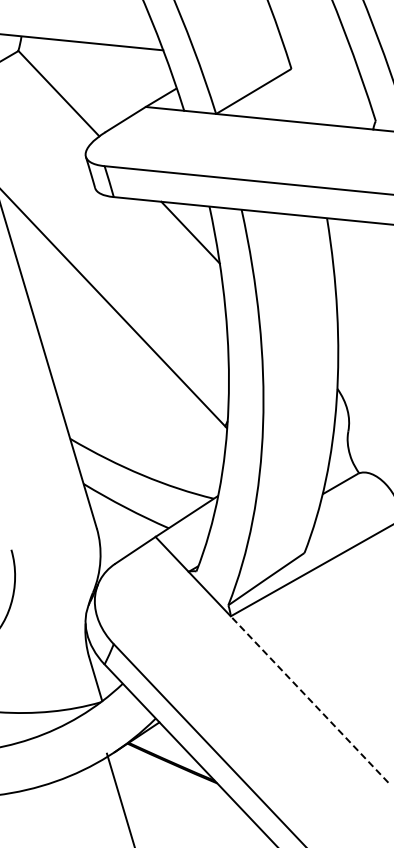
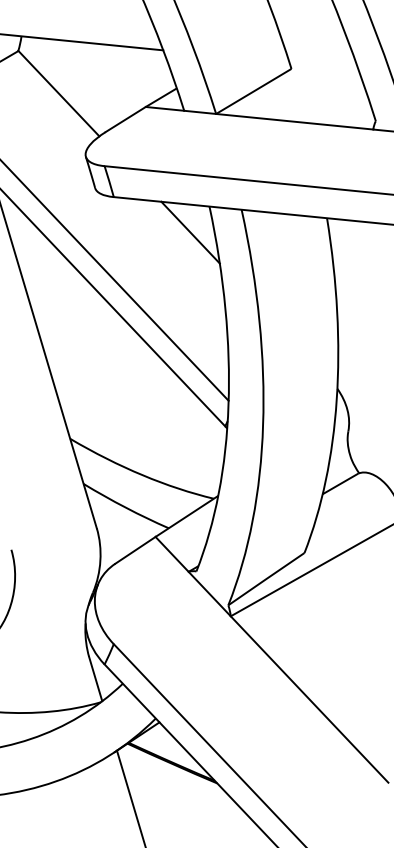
line at (115, 281): none -> present
line at (309, 699): dashed -> solid
line at (120, 798) position: (120, 798) -> (130, 797)
